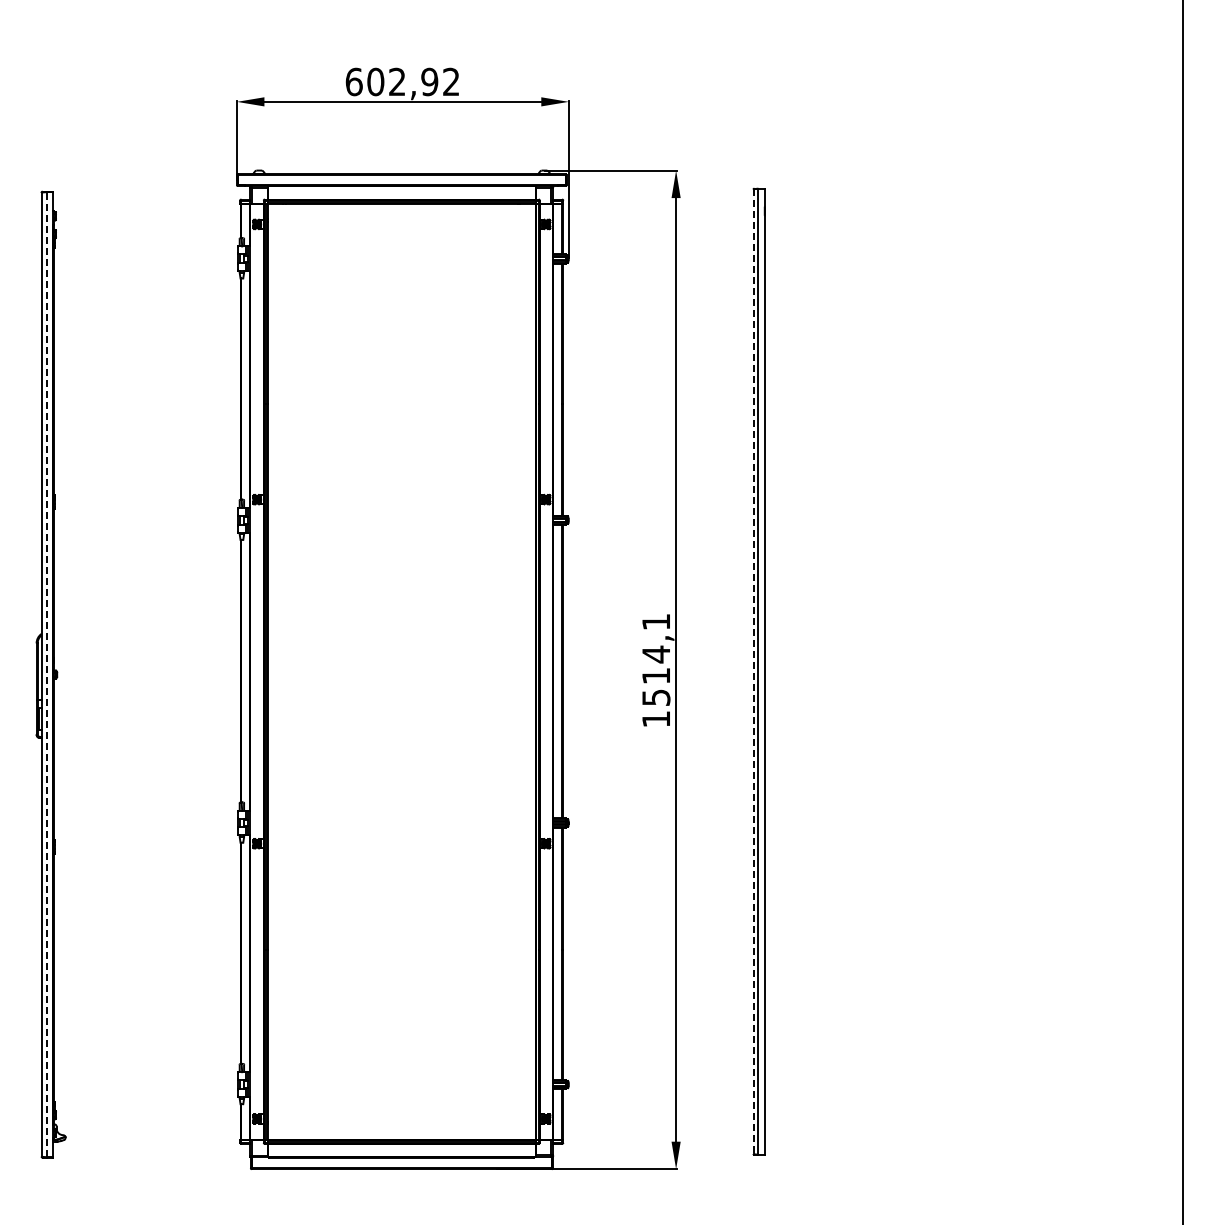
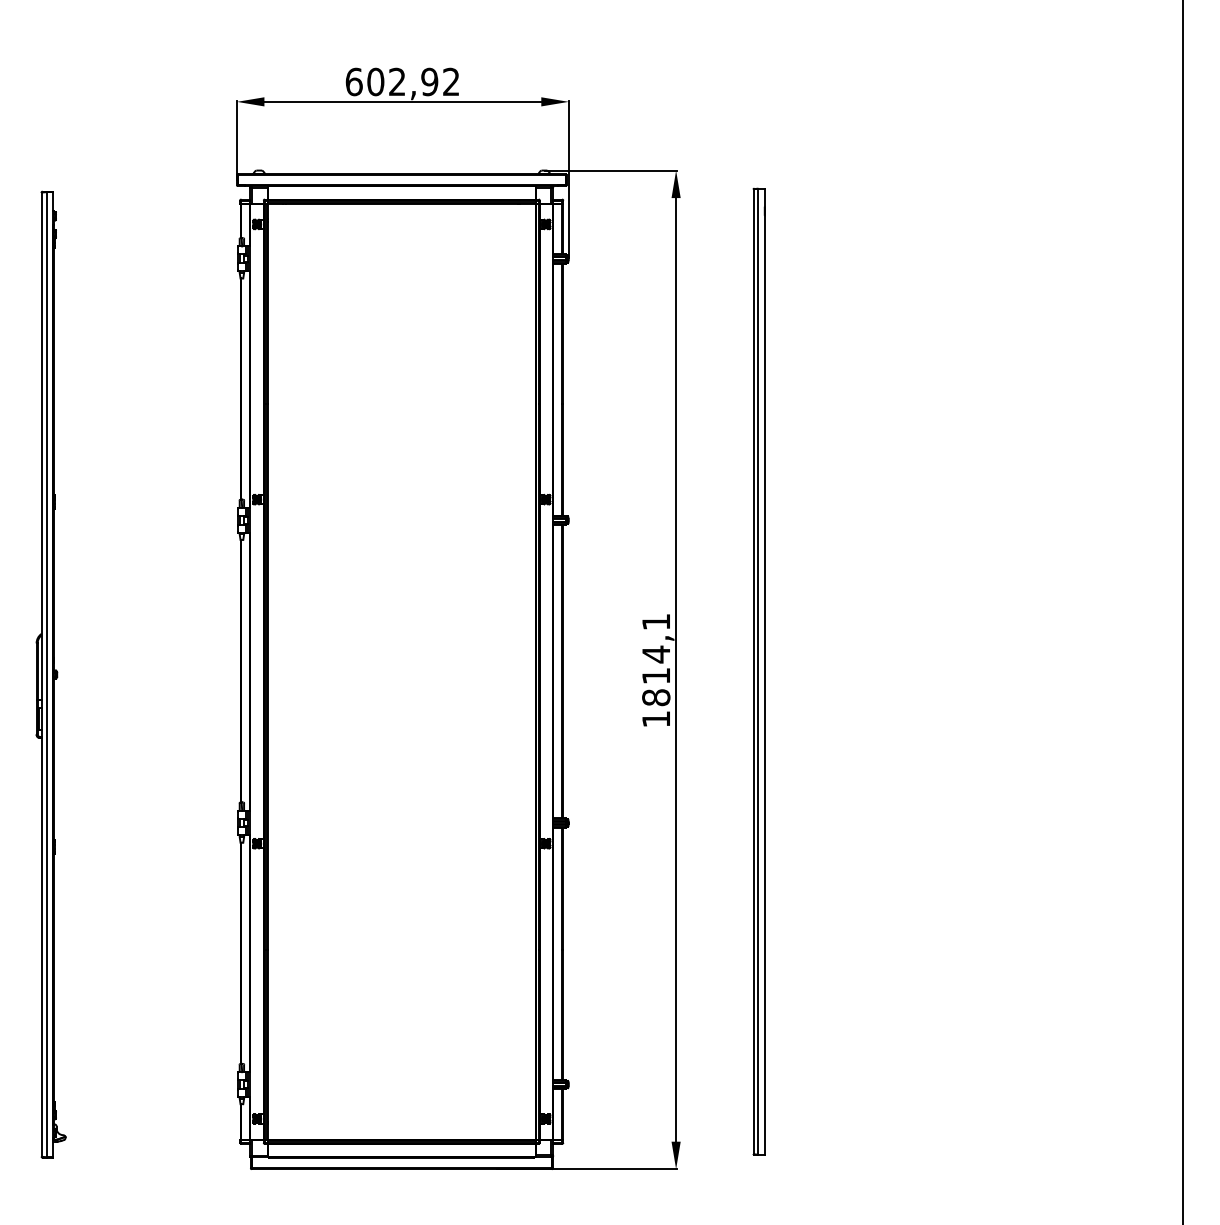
line at (753, 672): dashed -> solid
line at (46, 674): dashed -> solid
text at (656, 697): 1514,1 -> 1814,1
